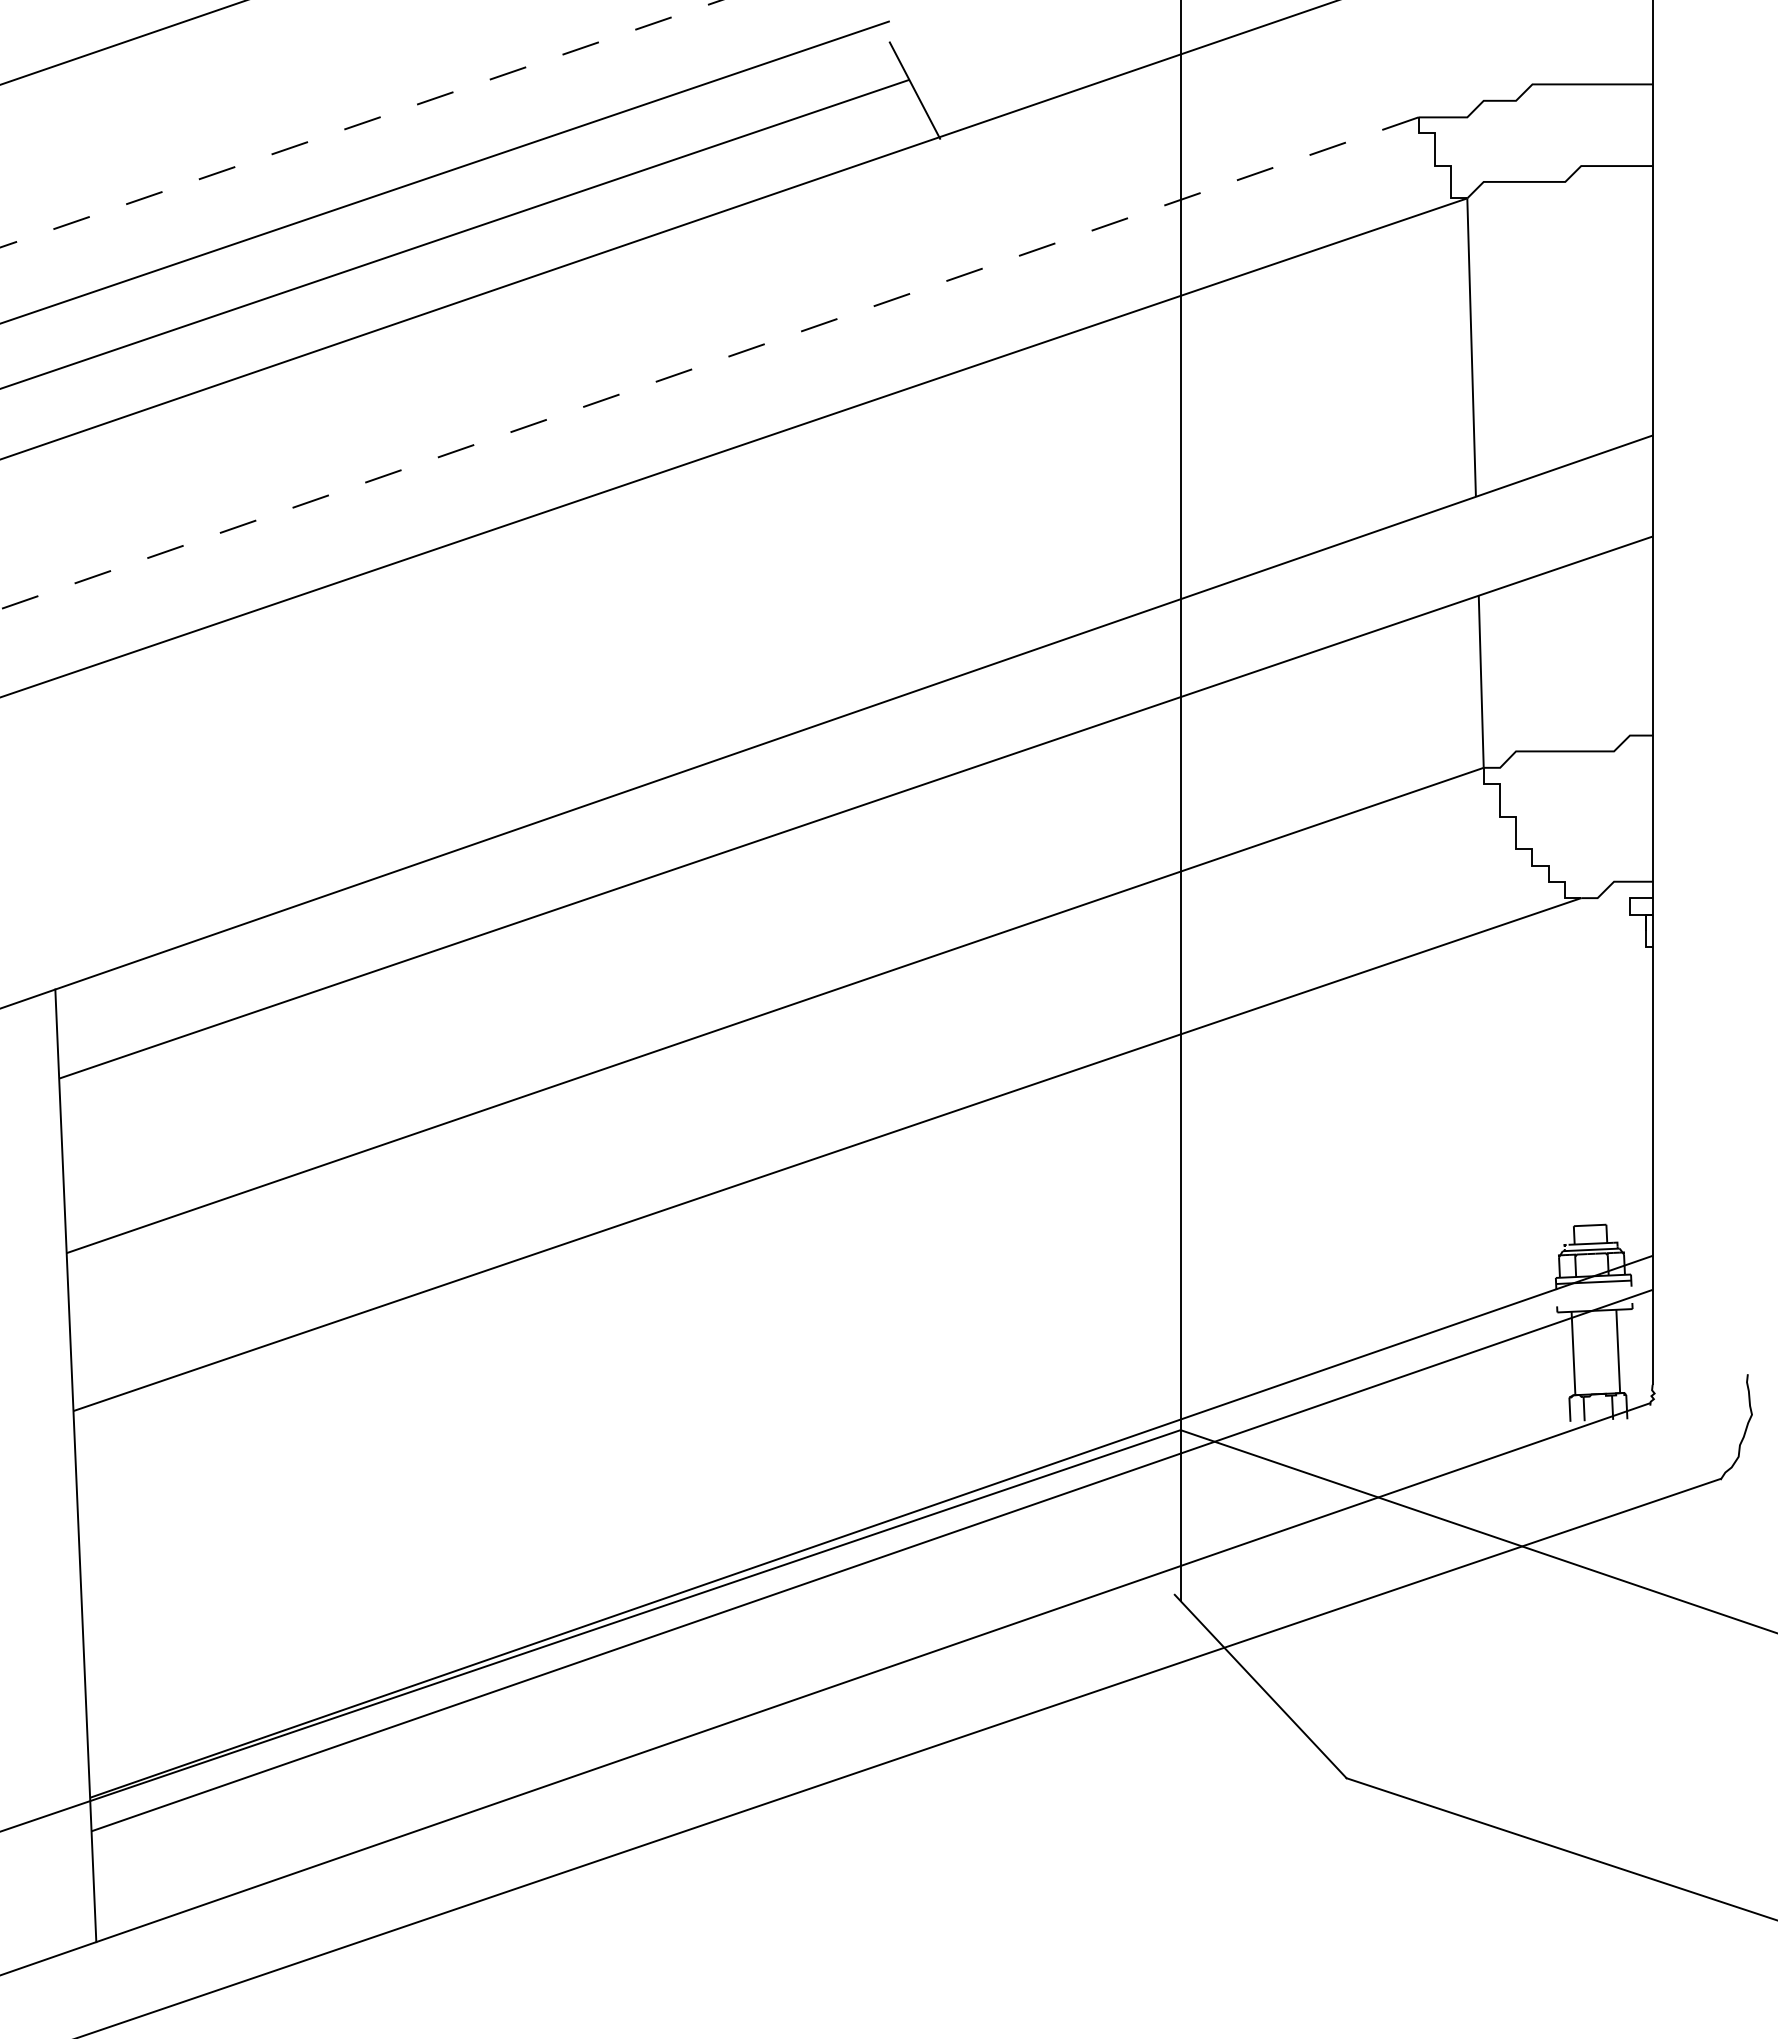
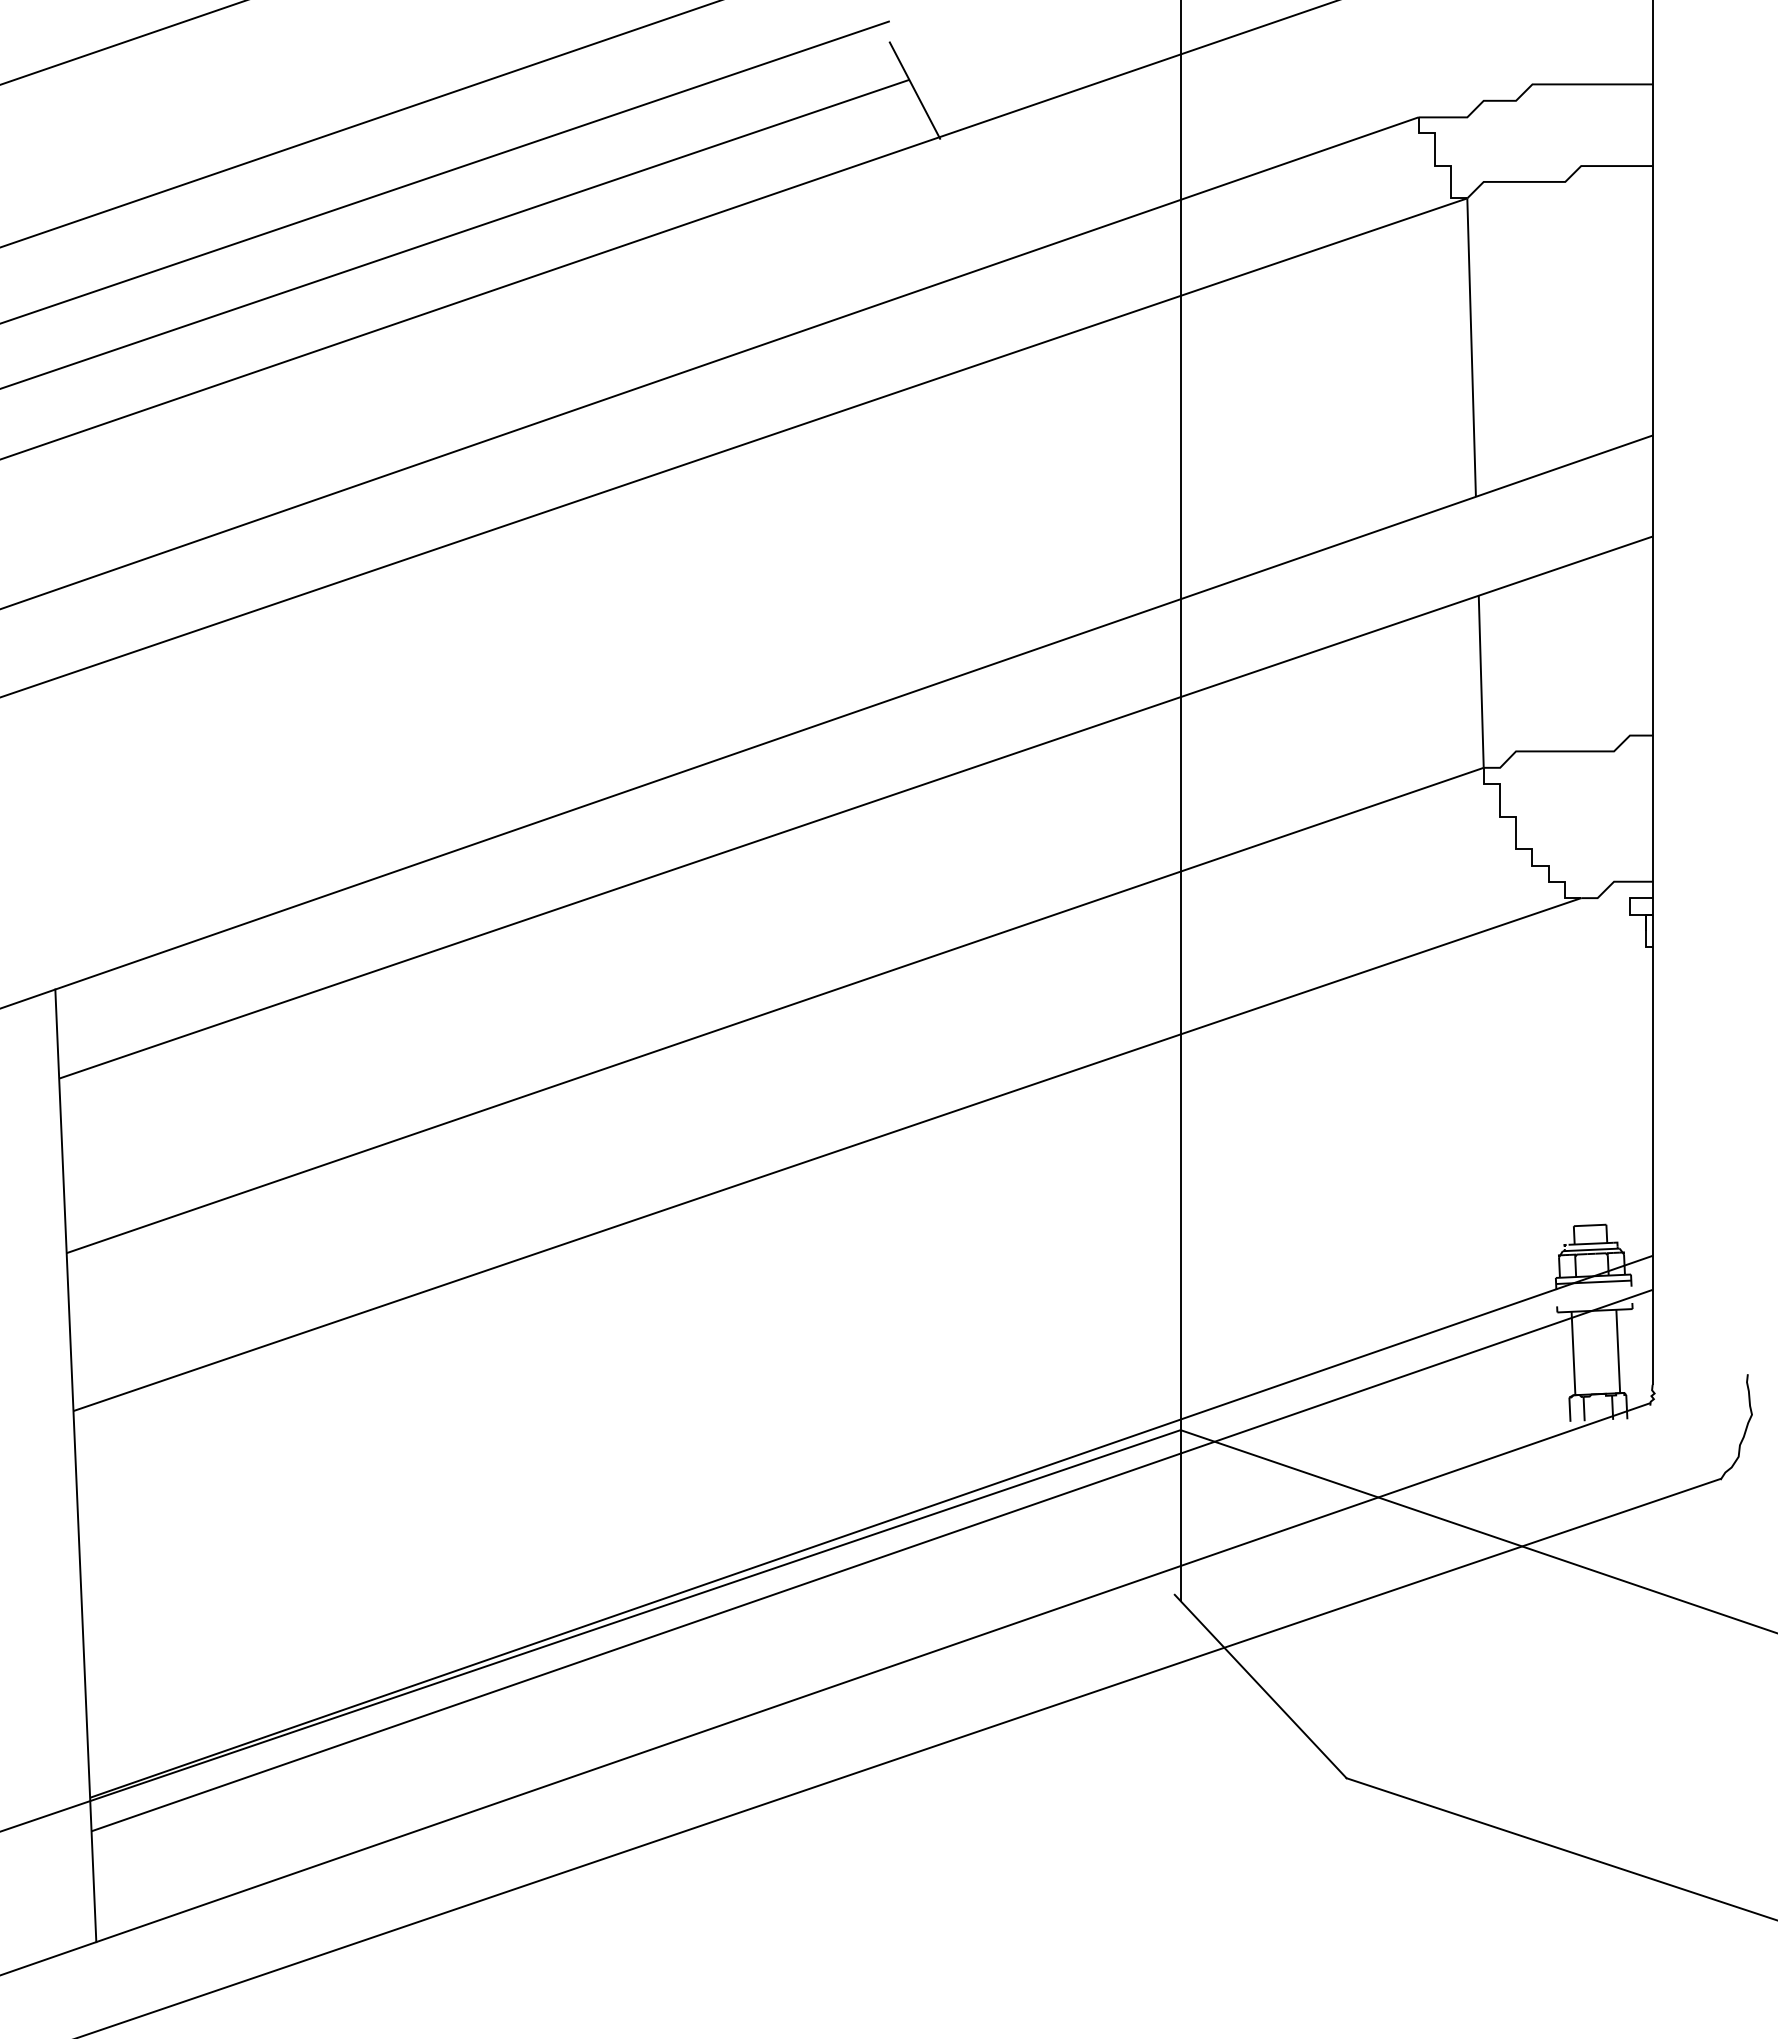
line at (360, 124): dashed -> solid
line at (709, 363): dashed -> solid
